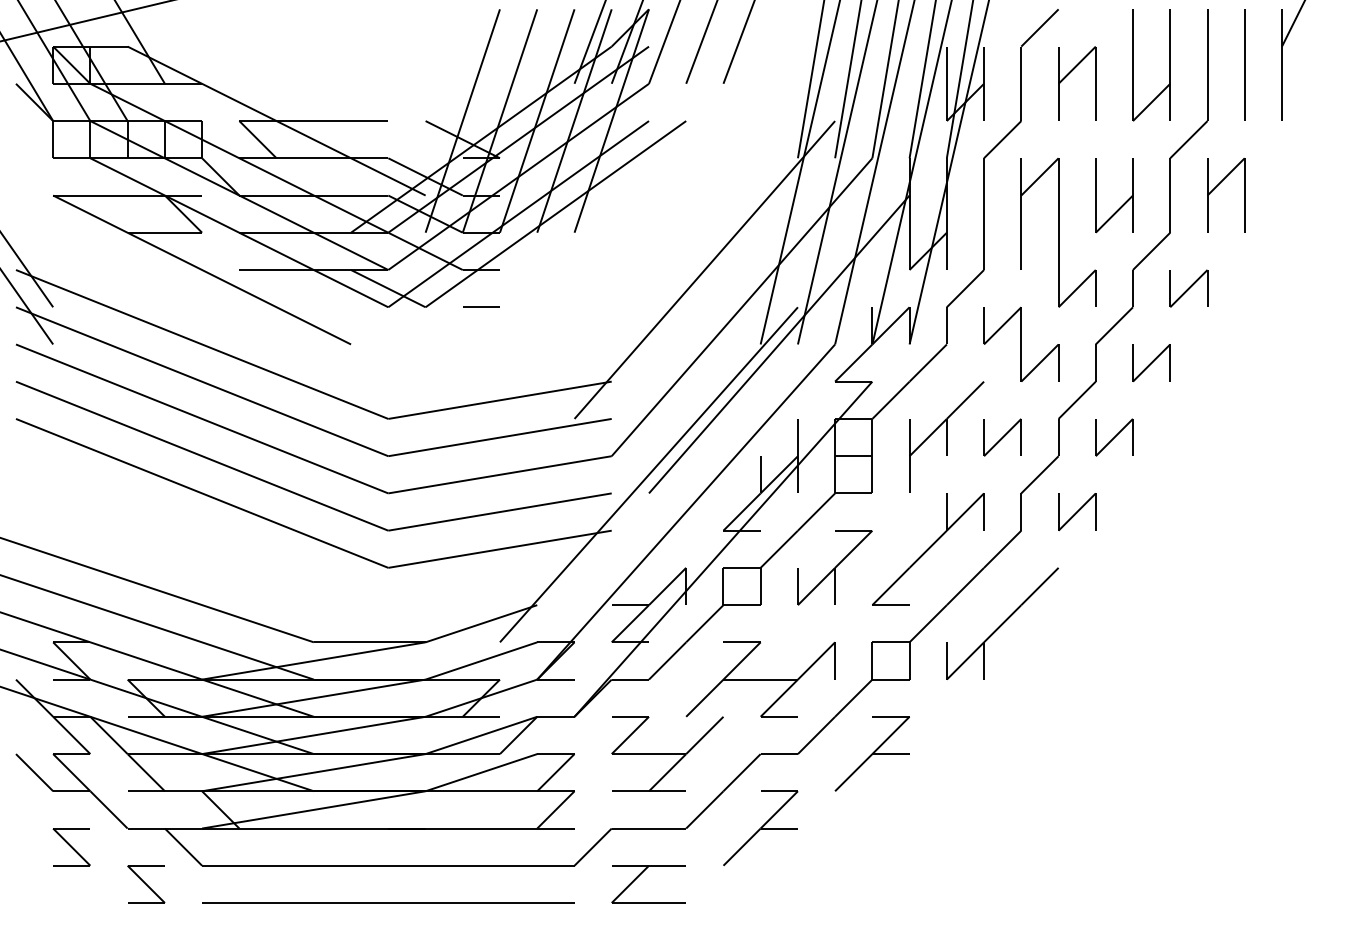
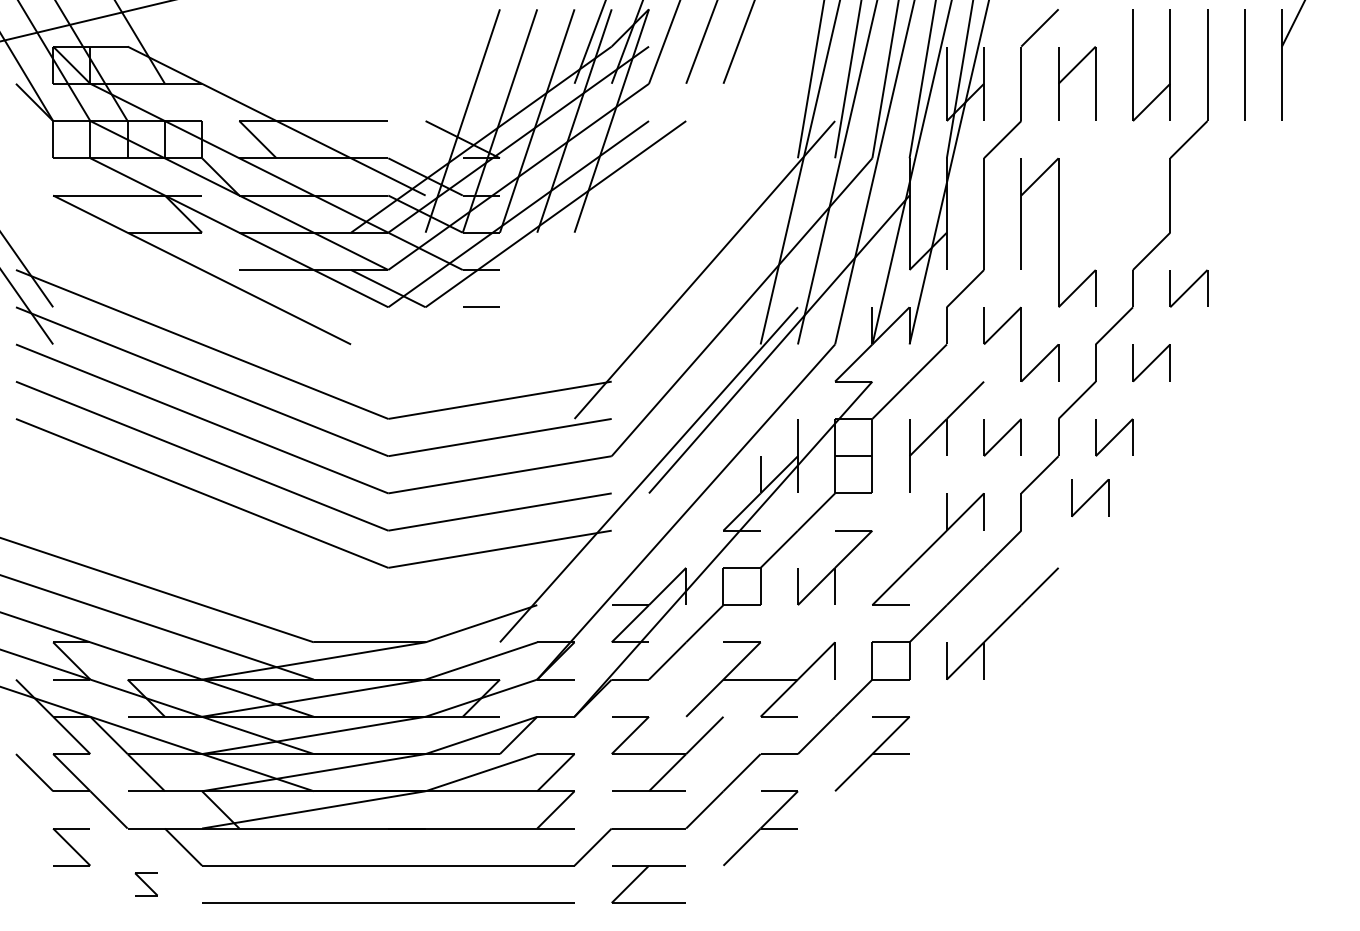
part at (1217, 186): present -> none
part at (1123, 203): present -> none
part at (1077, 512) position: (1077, 512) -> (1090, 498)
part at (146, 884) size: 39x39 px -> 24x25 px
